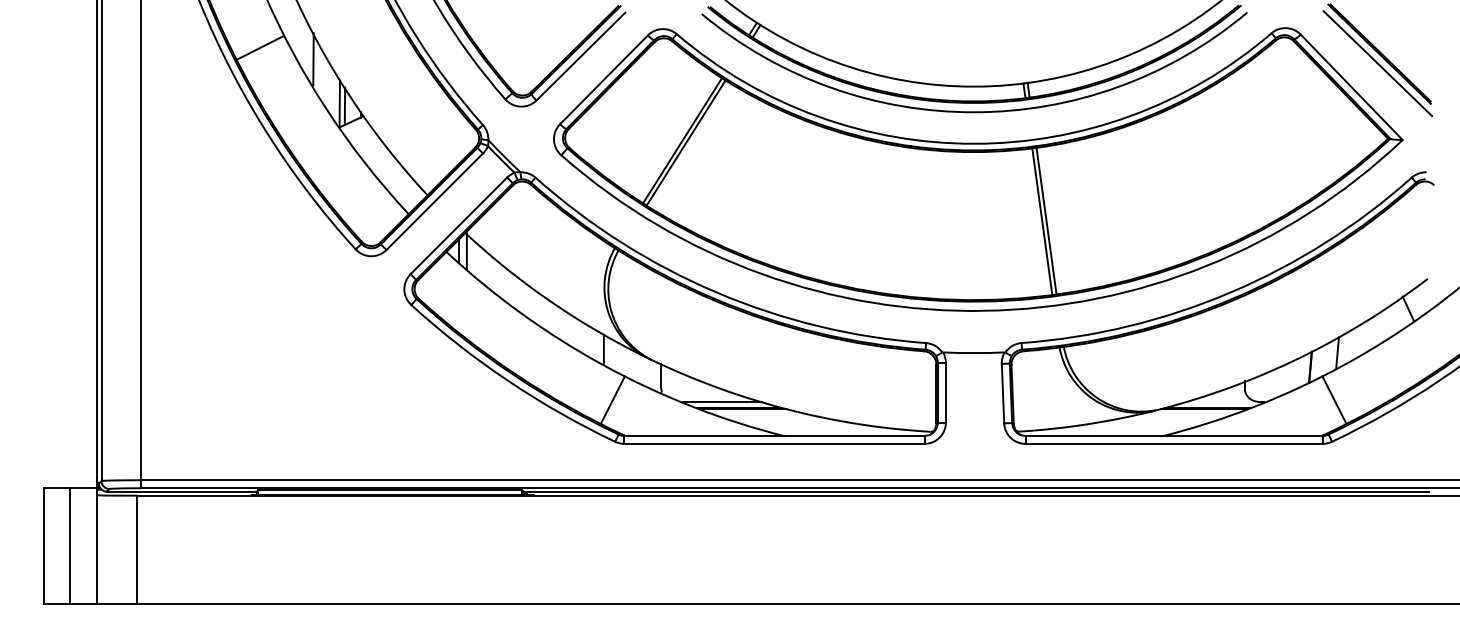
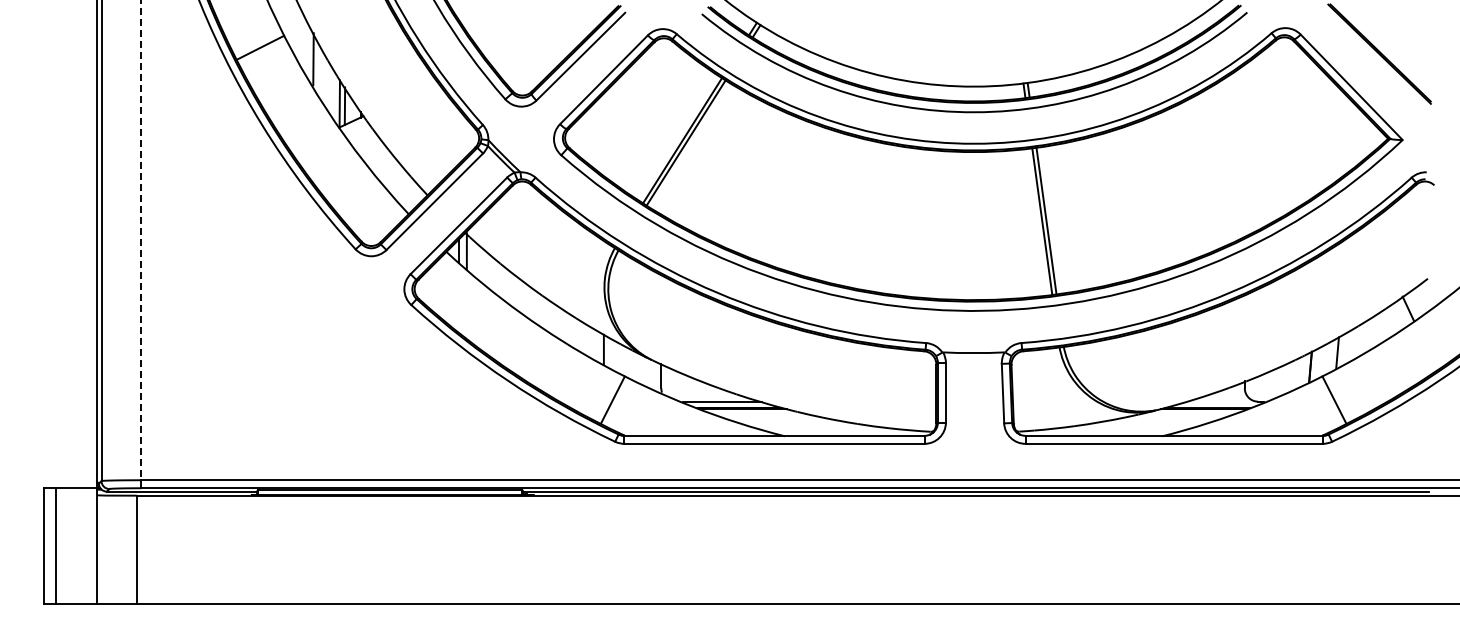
line at (1377, 63): present -> none
line at (141, 244): solid -> dashed
line at (70, 545) position: (70, 545) -> (56, 545)
